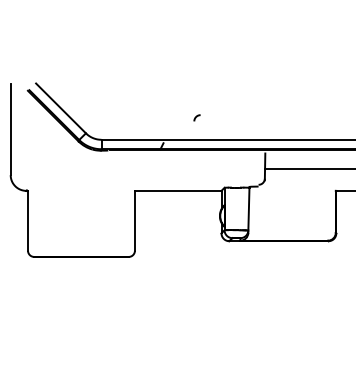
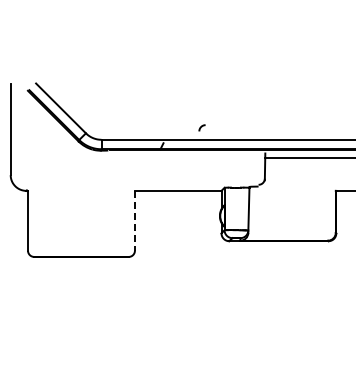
curve at (196, 117) position: (196, 117) -> (201, 127)
line at (308, 168) position: (308, 168) -> (308, 157)
line at (134, 220): solid -> dashed
